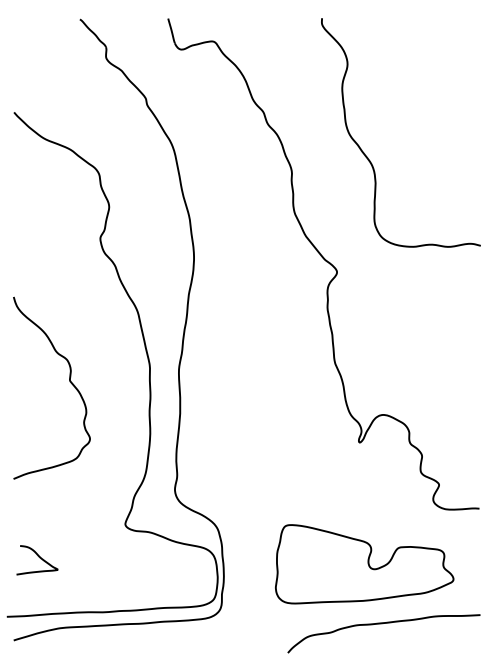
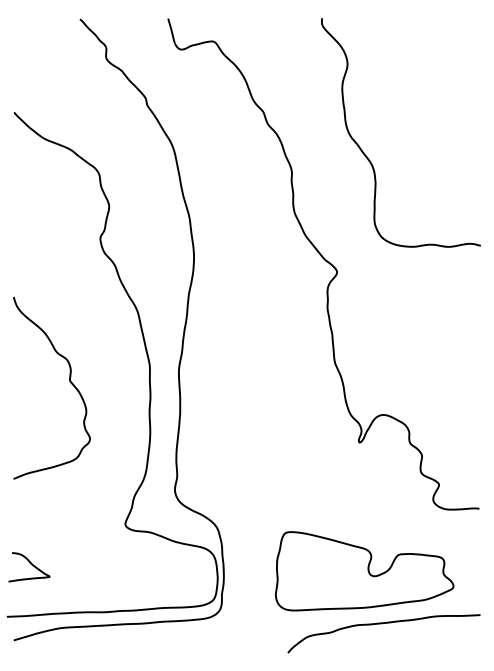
curve at (39, 558) position: (39, 558) -> (31, 565)
part at (364, 564) position: (364, 564) -> (364, 571)
